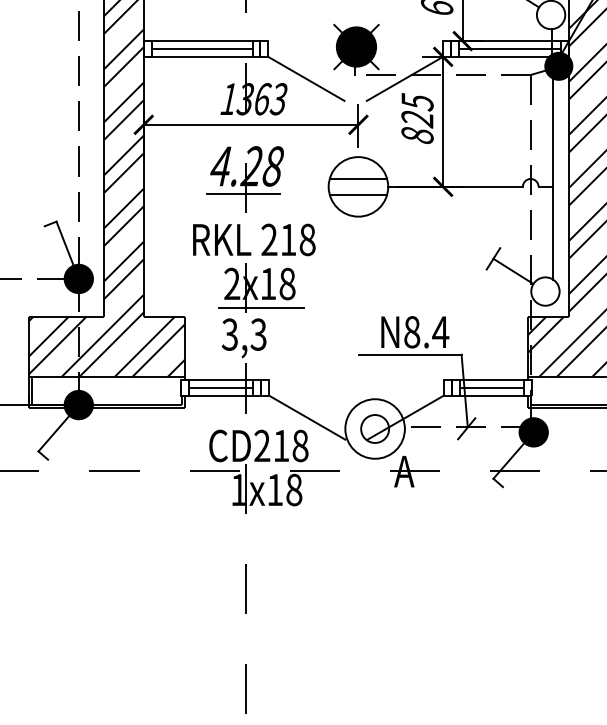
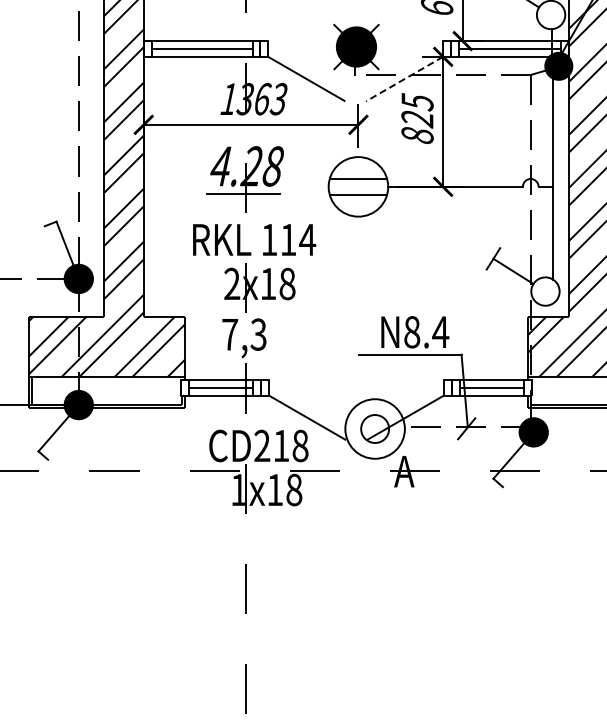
line at (404, 79): solid -> dashed
text at (288, 239): 218 -> 114
line at (261, 307): present -> none
text at (229, 334): 3,3 -> 7,3
